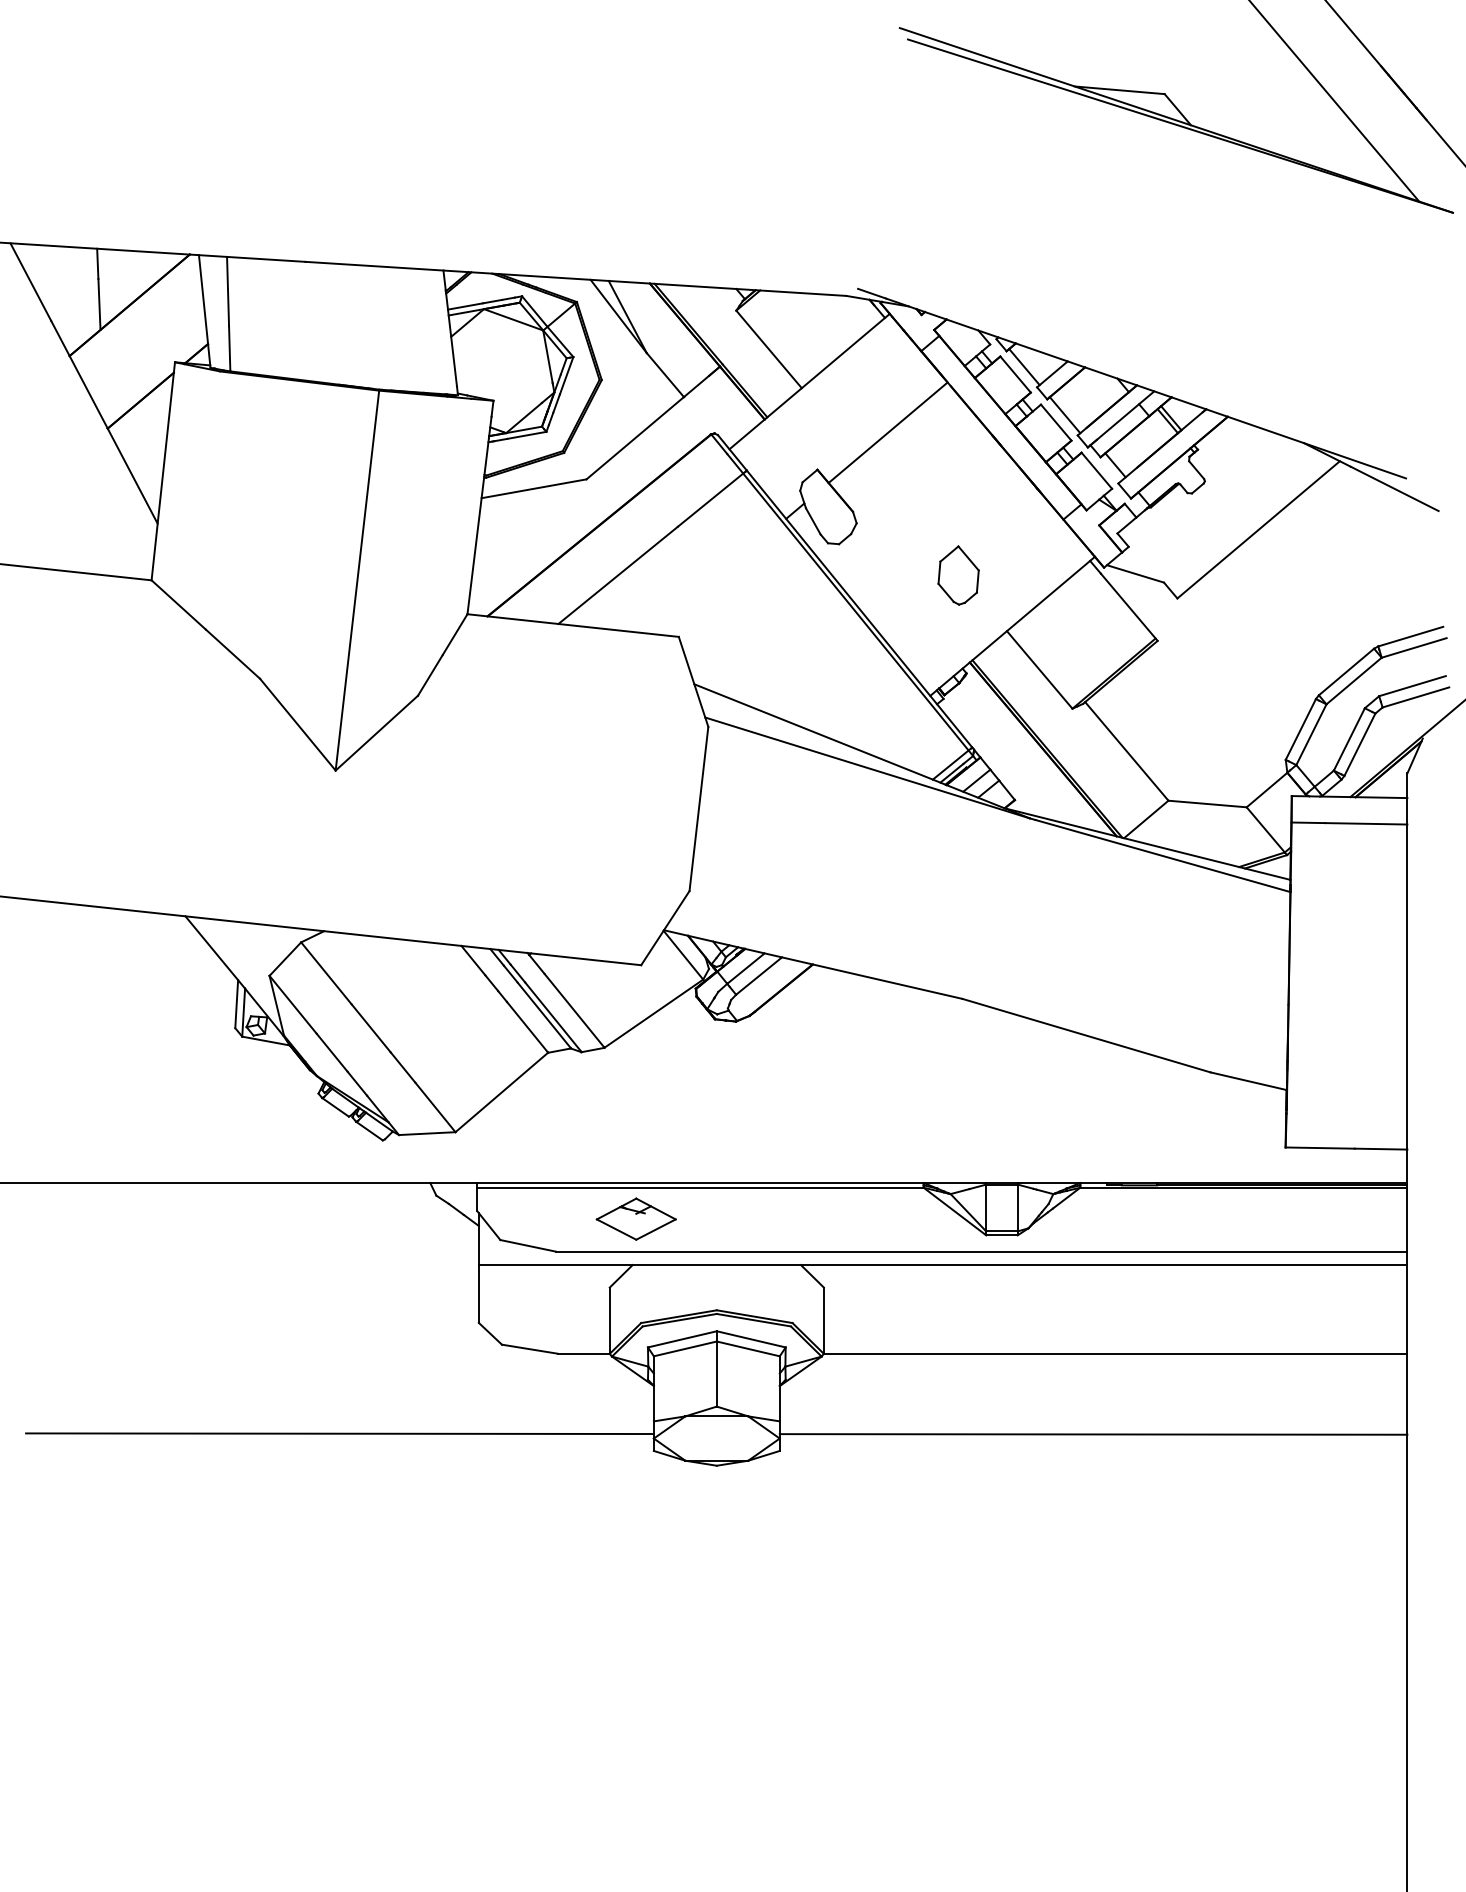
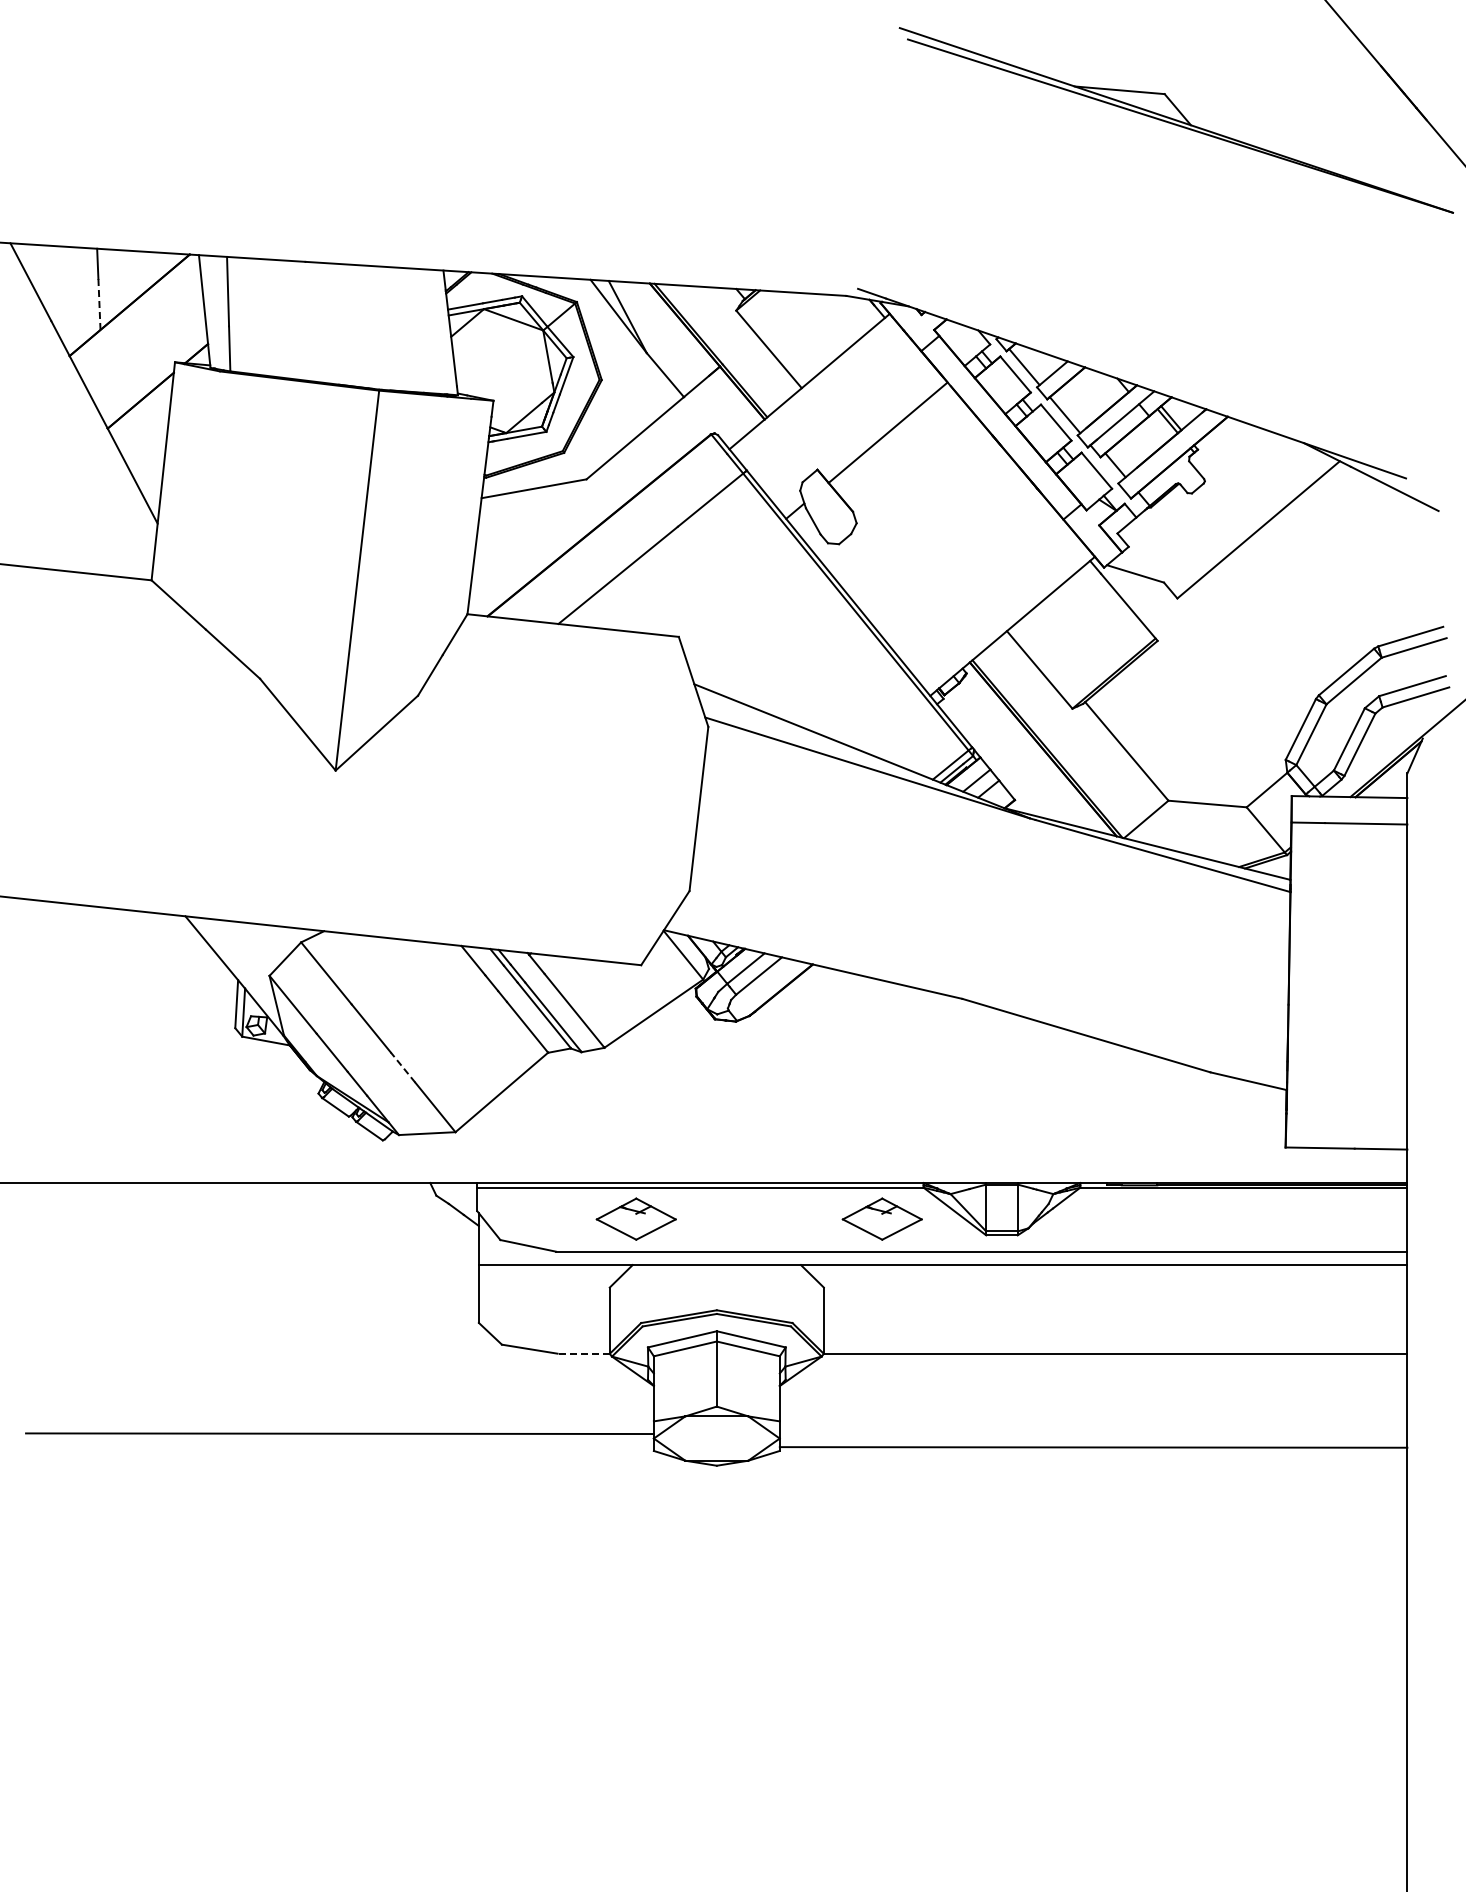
line at (1334, 101): present -> none
line at (99, 304): solid -> dashed
part at (958, 575): present -> none
line at (402, 1067): solid -> dashed
part at (881, 1218): none -> present
line at (583, 1353): solid -> dashed
line at (1093, 1434) position: (1093, 1434) -> (1093, 1447)
